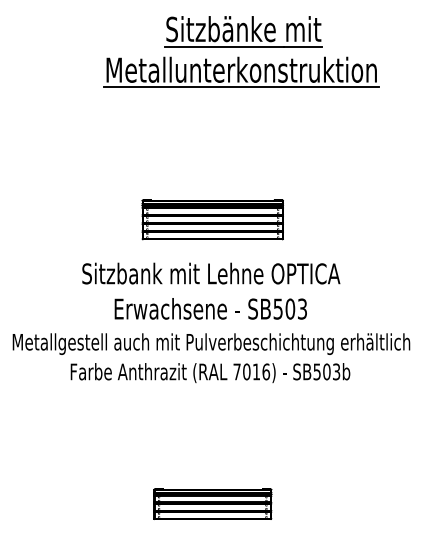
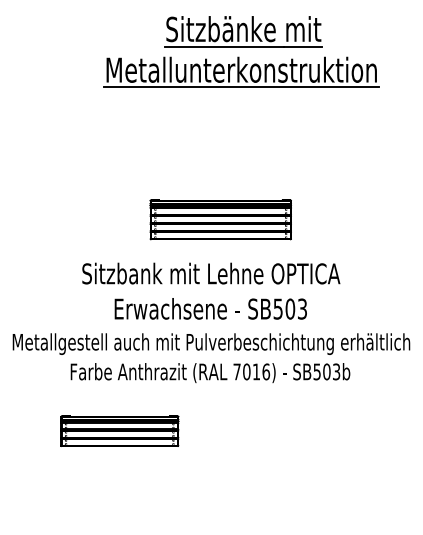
part at (212, 219) position: (212, 219) -> (220, 219)
part at (212, 503) position: (212, 503) -> (119, 430)
